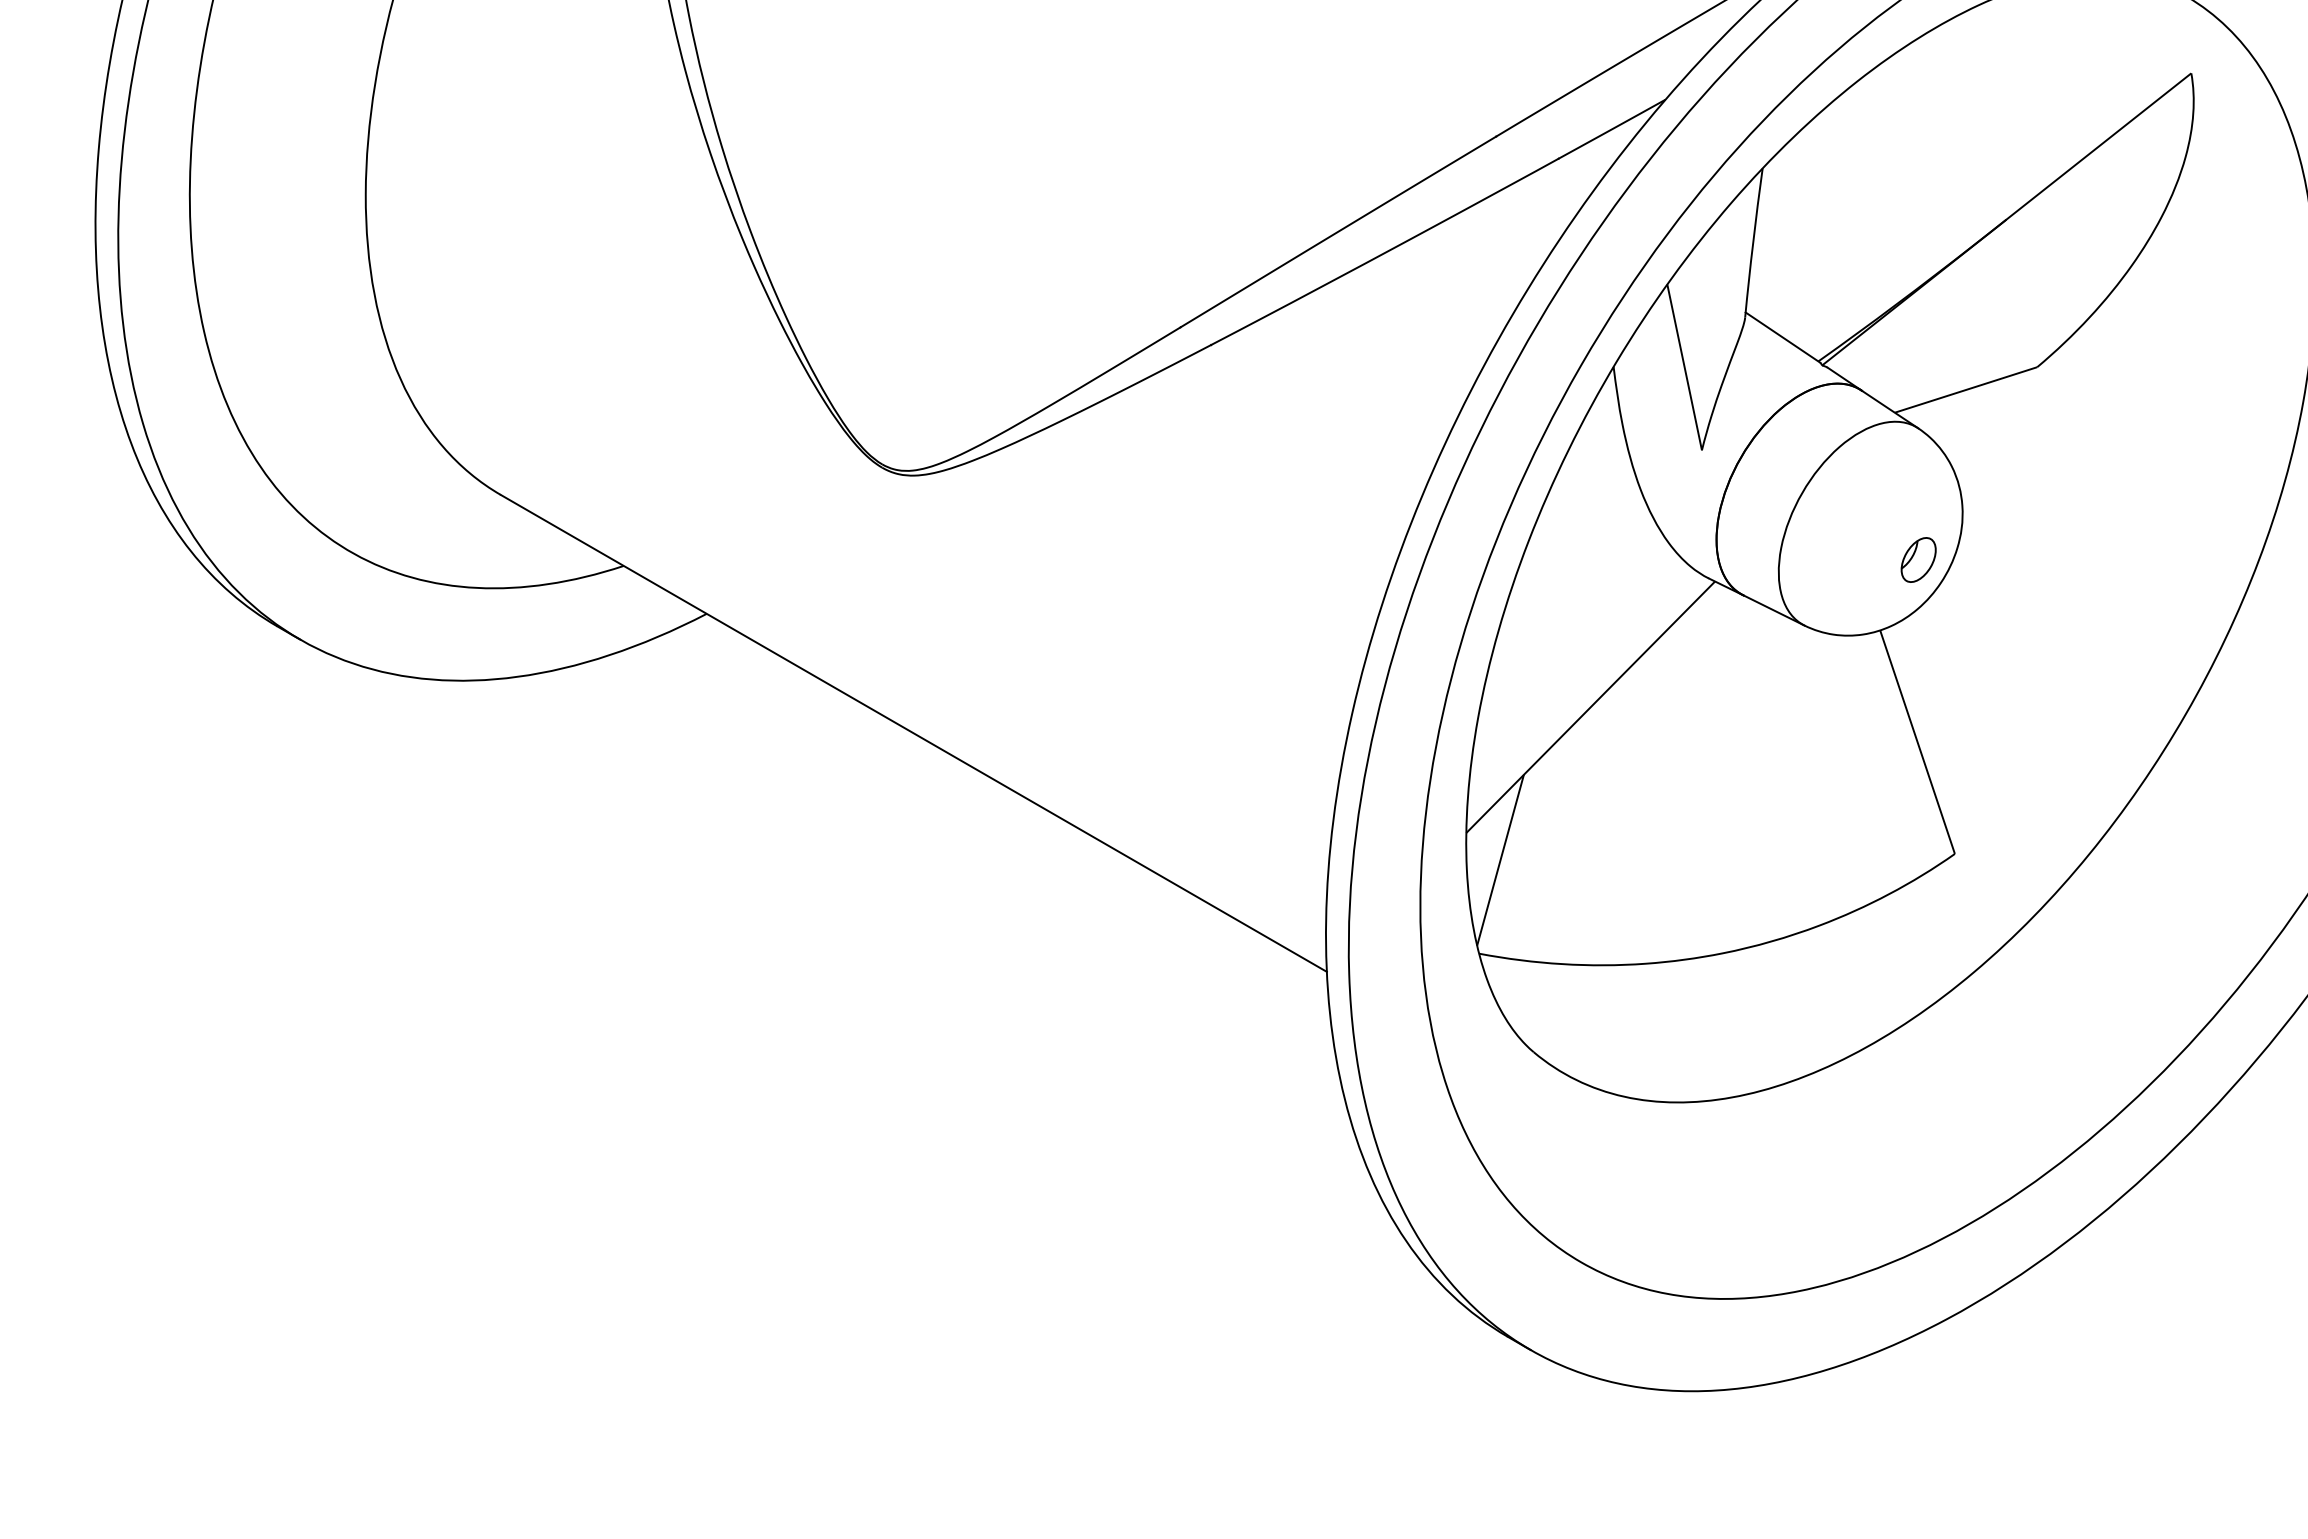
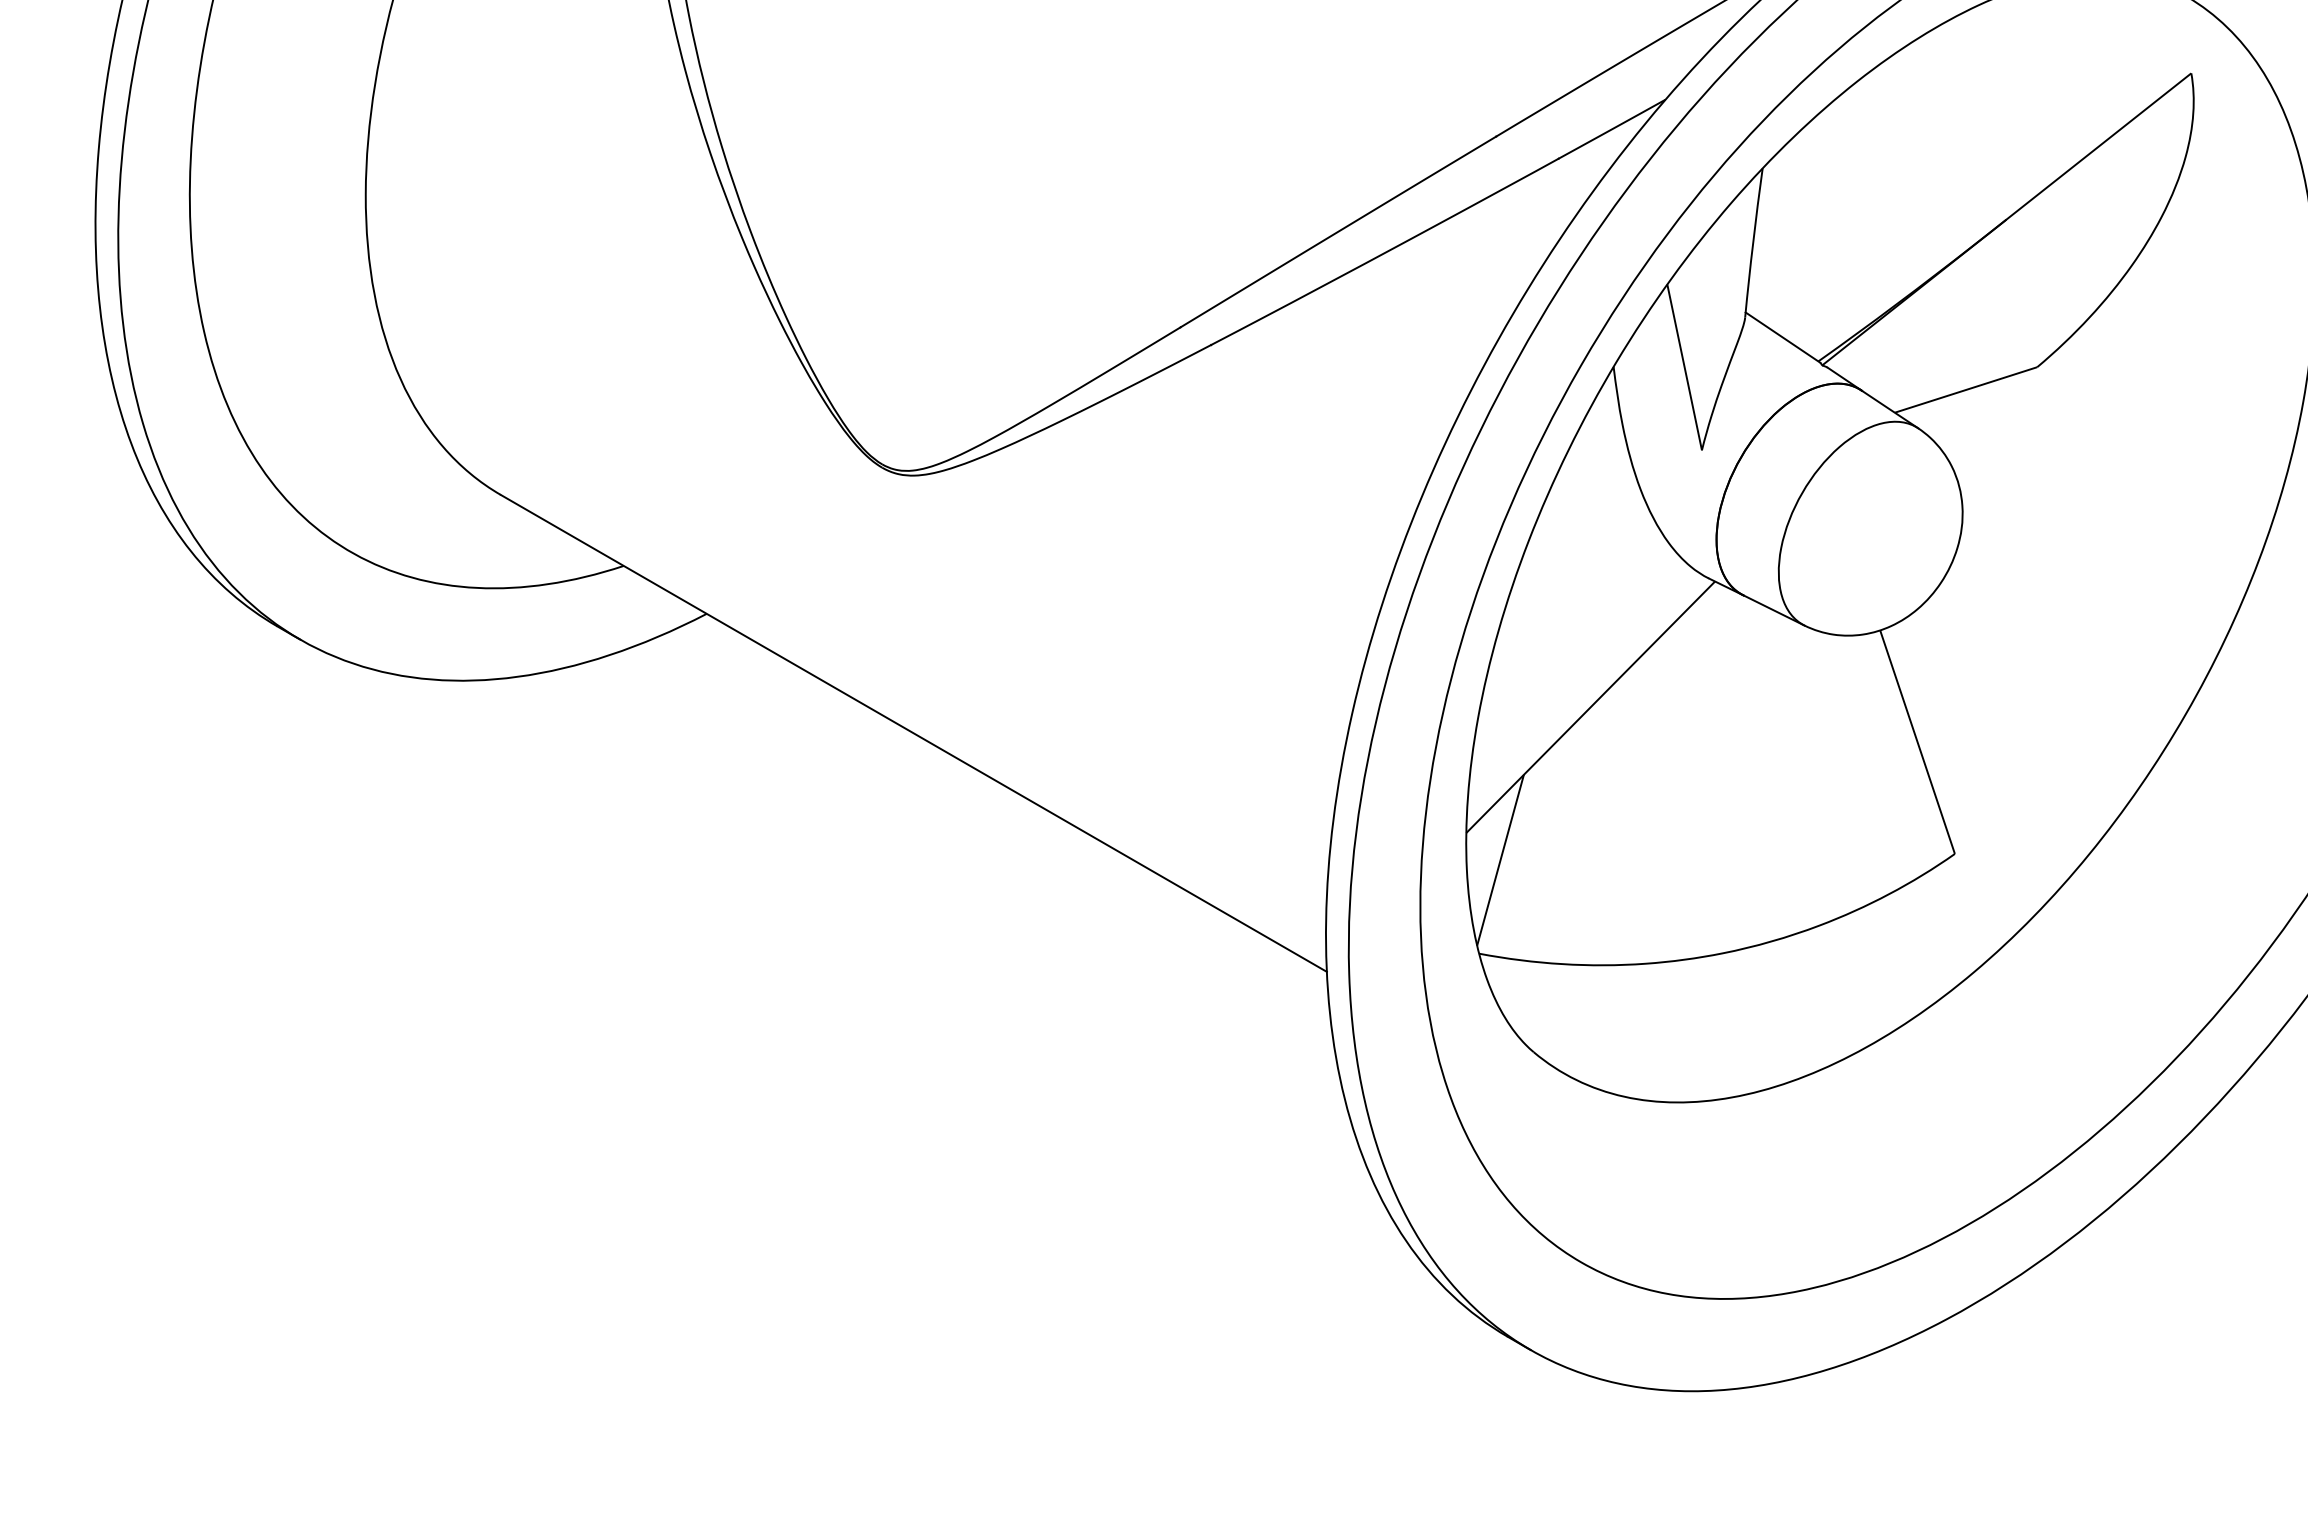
part at (1918, 559): present -> none
